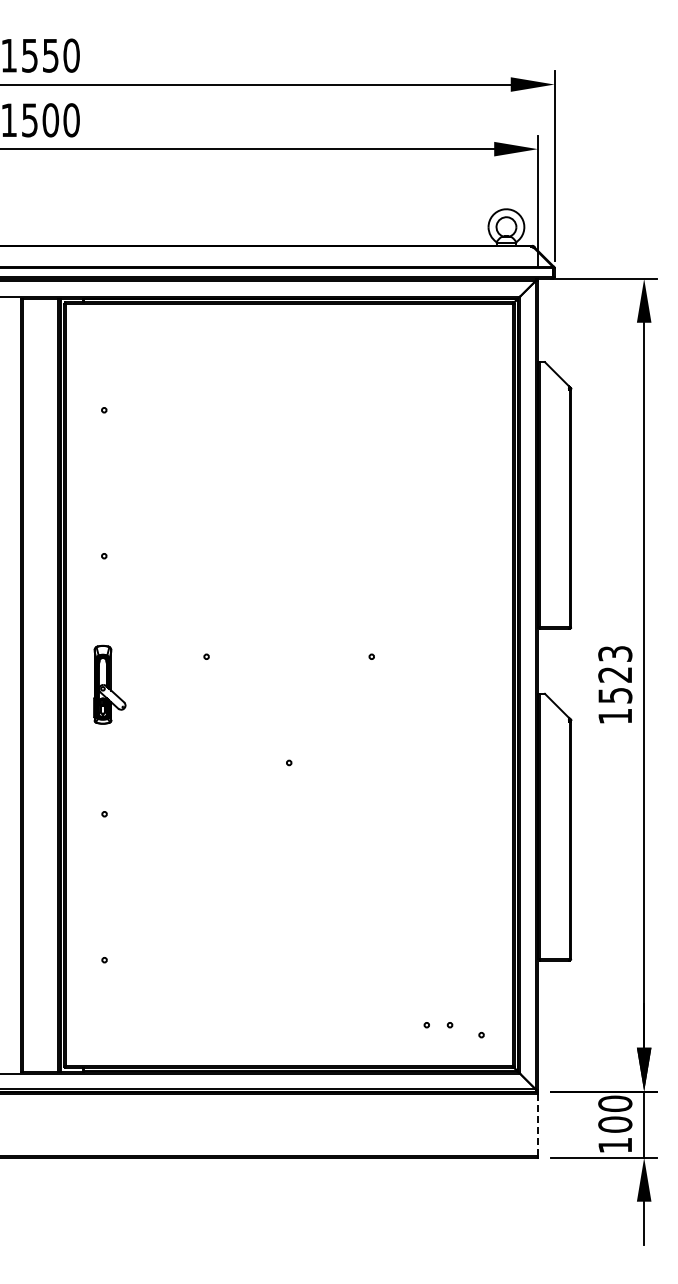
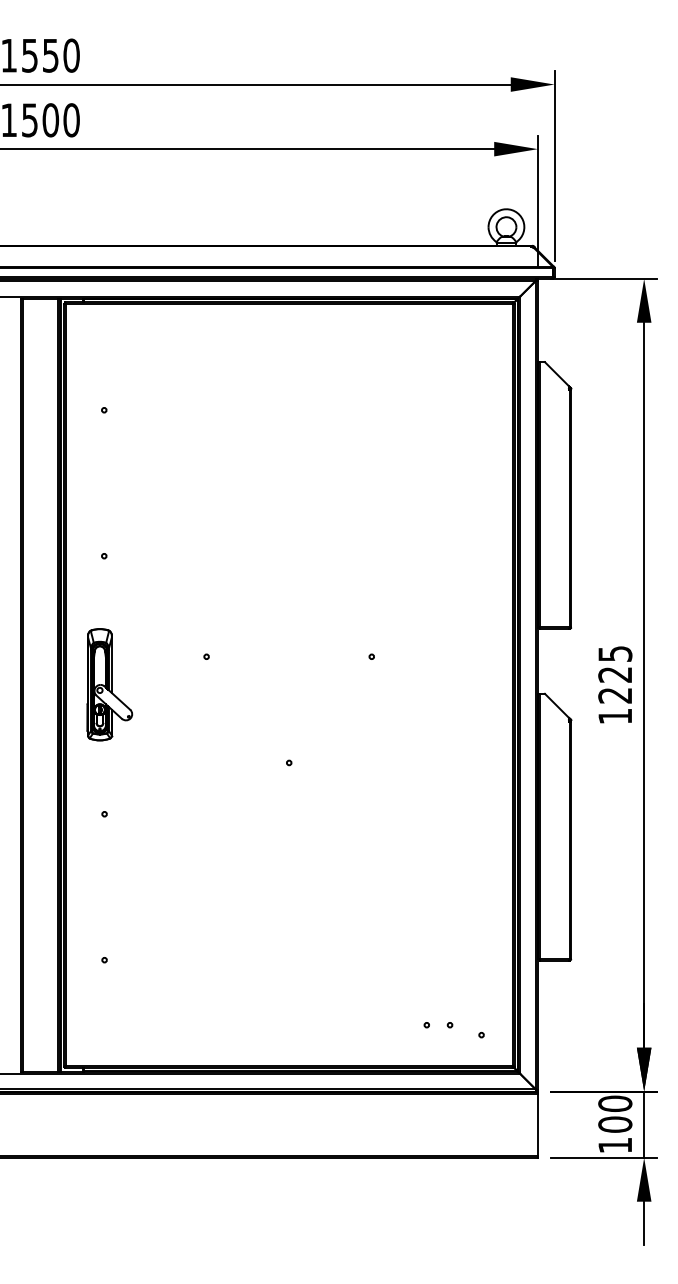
text at (615, 674): 1523 -> 1225
part at (109, 684) size: 34x81 px -> 48x114 px
line at (537, 1124): dashed -> solid
